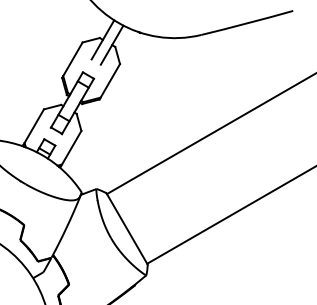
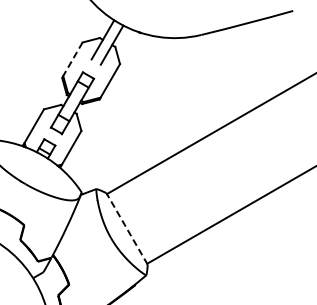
line at (72, 60): solid -> dashed
line at (126, 228): solid -> dashed
